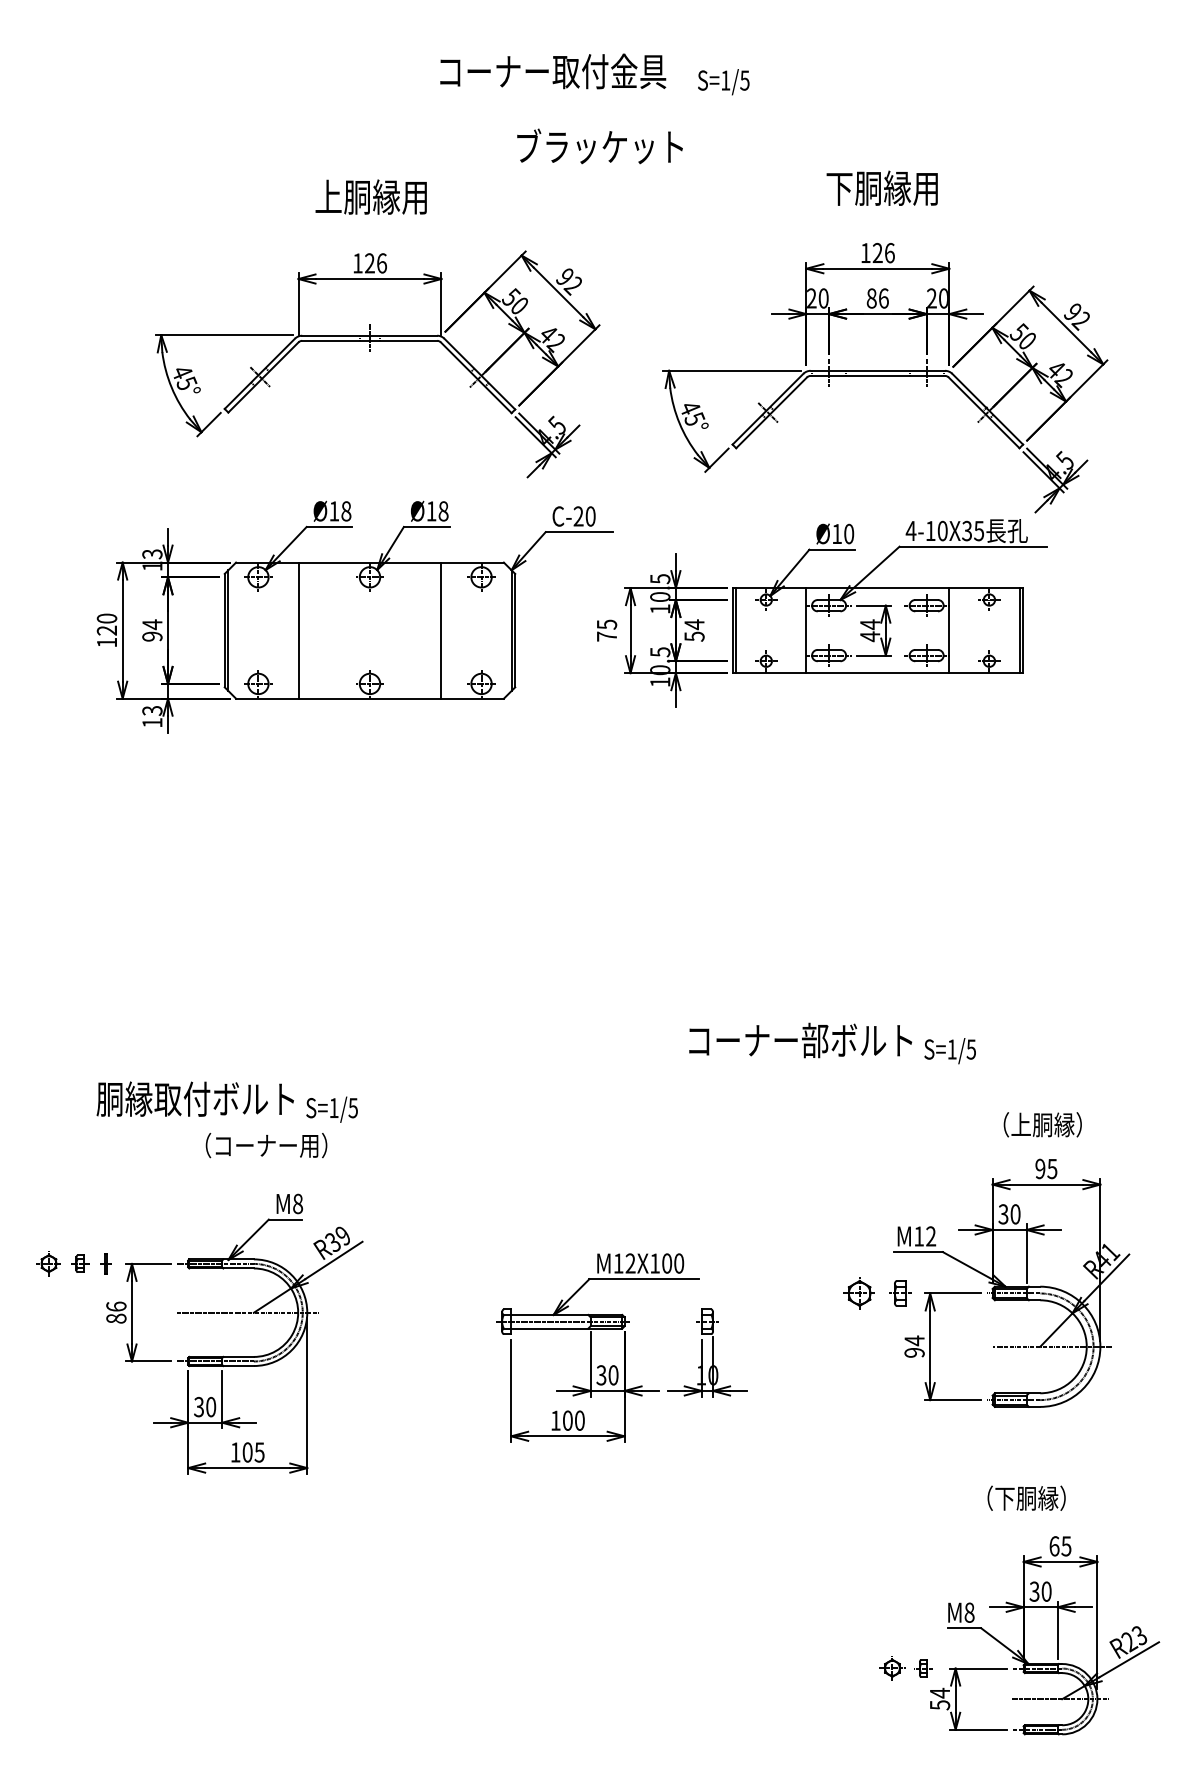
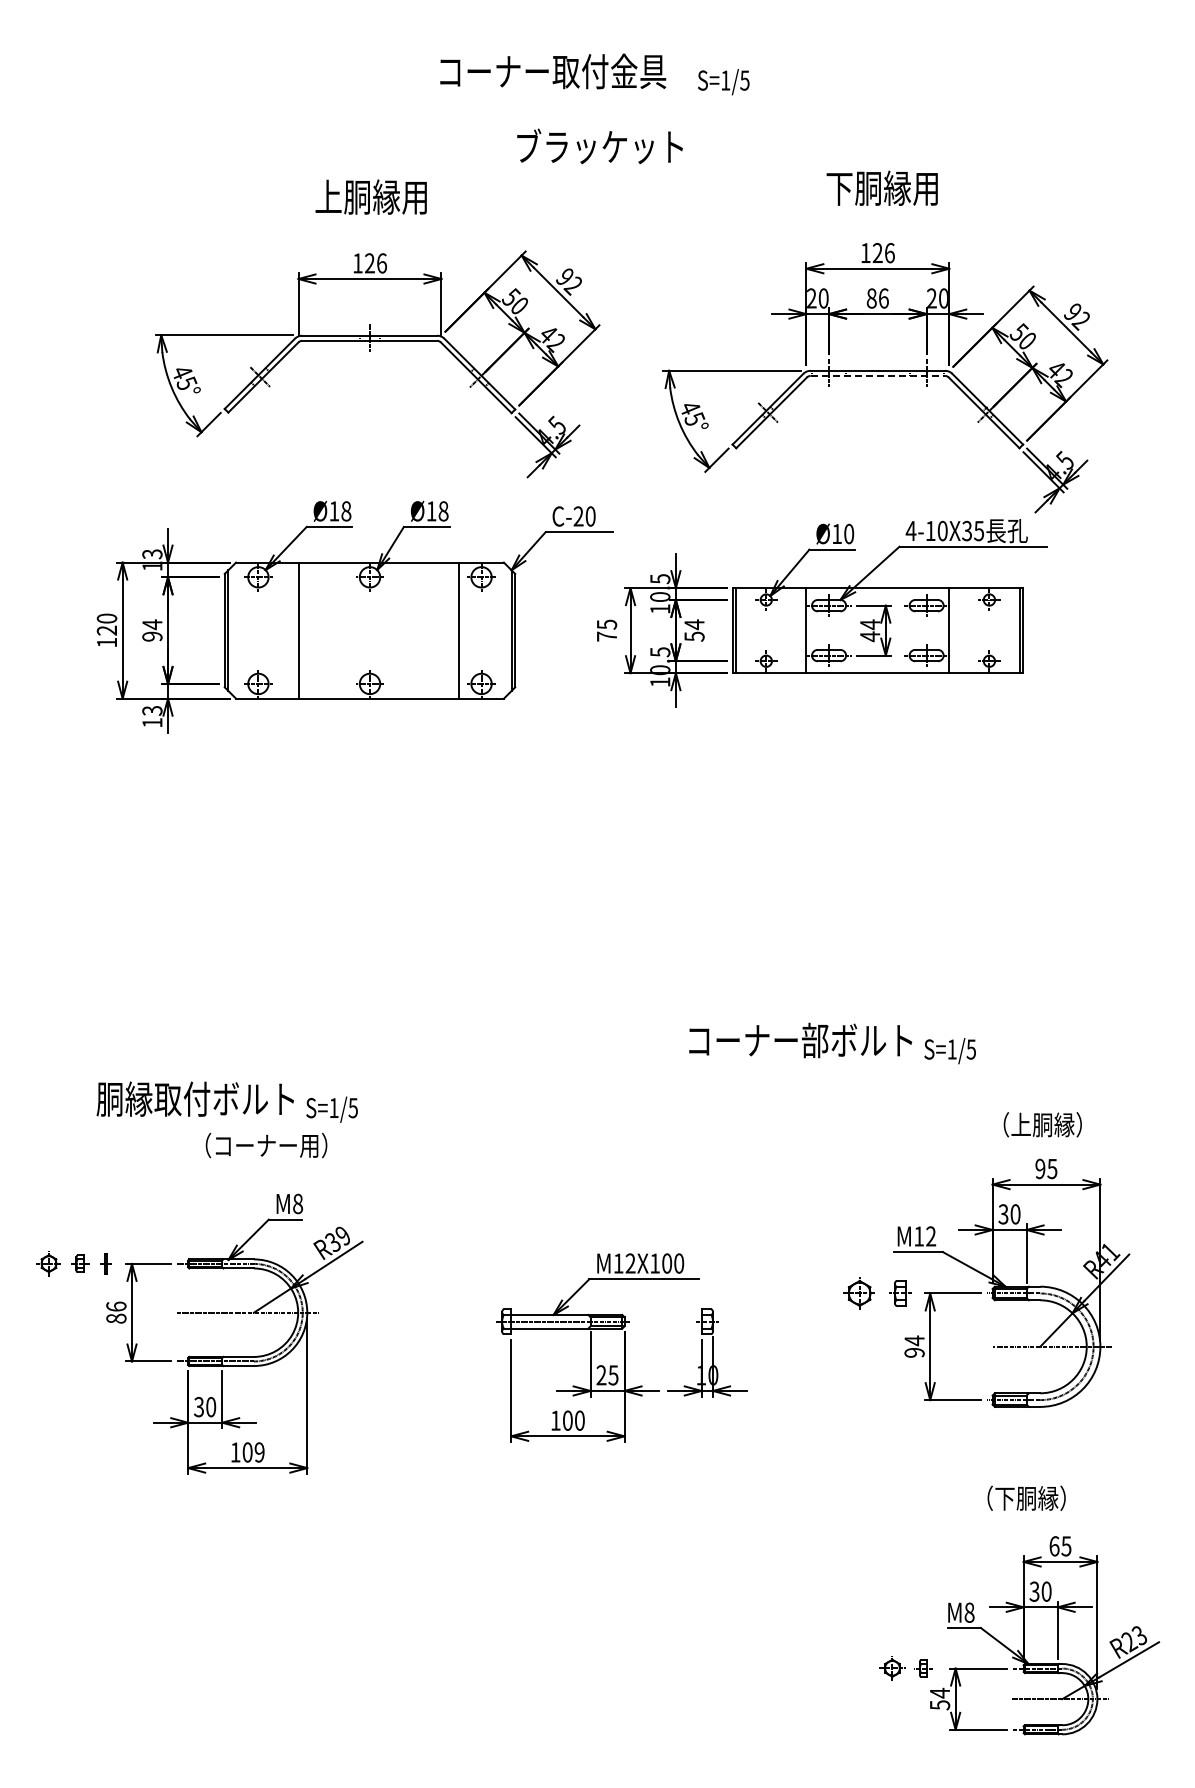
line at (878, 375): solid -> dashed
line at (441, 630) position: (441, 630) -> (459, 630)
text at (607, 1375): 30 -> 25
text at (259, 1452): 105 -> 109
